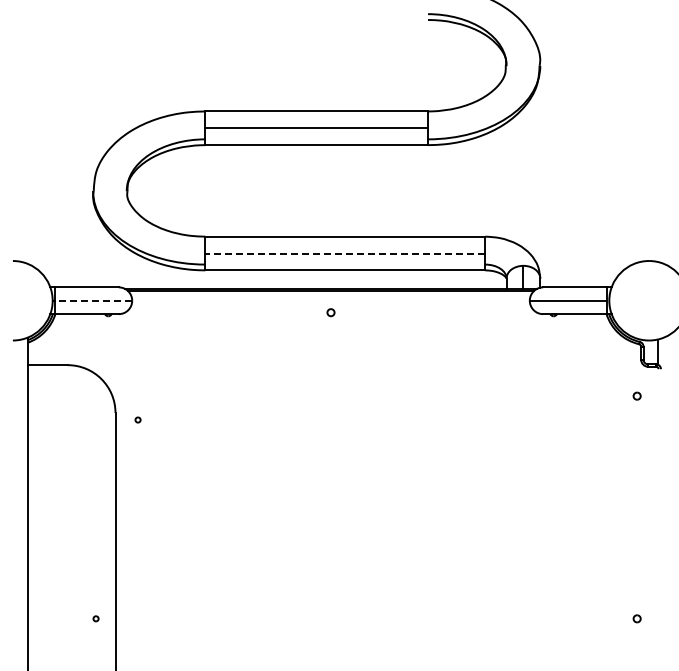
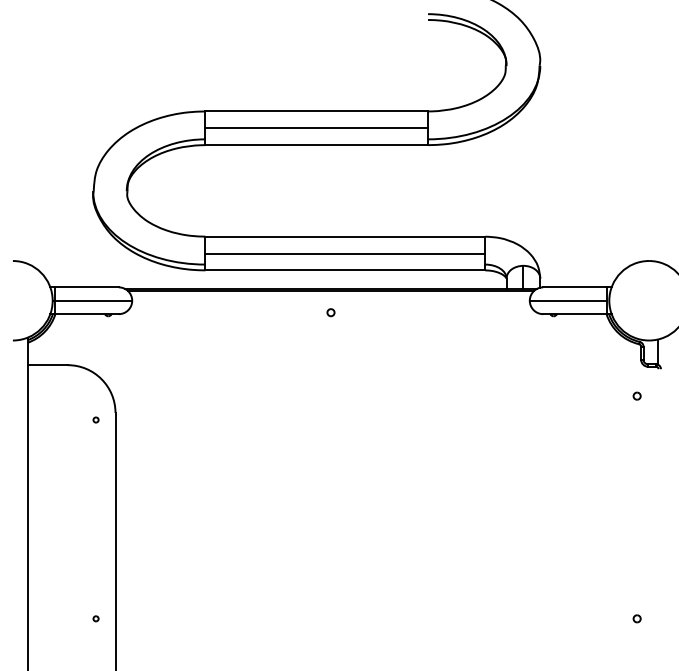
line at (345, 253): dashed -> solid
line at (93, 300): dashed -> solid
part at (137, 419) position: (137, 419) -> (95, 419)
